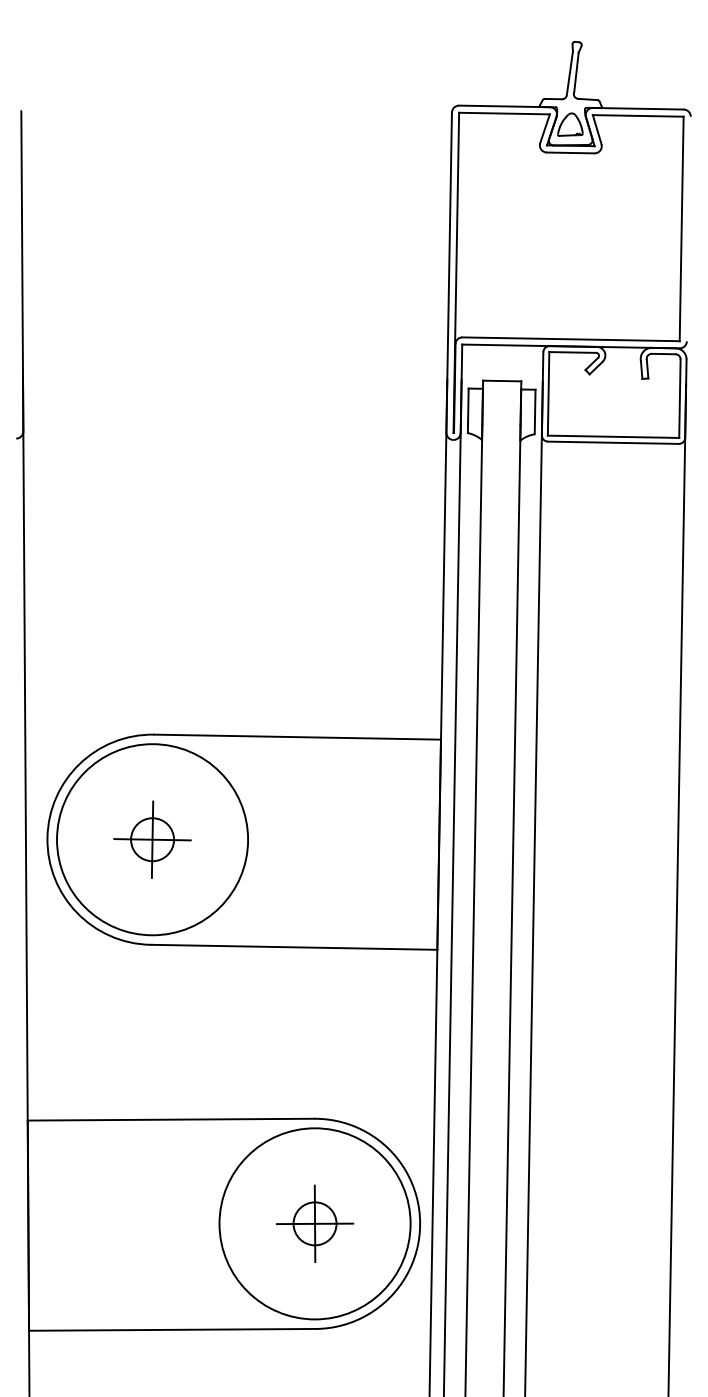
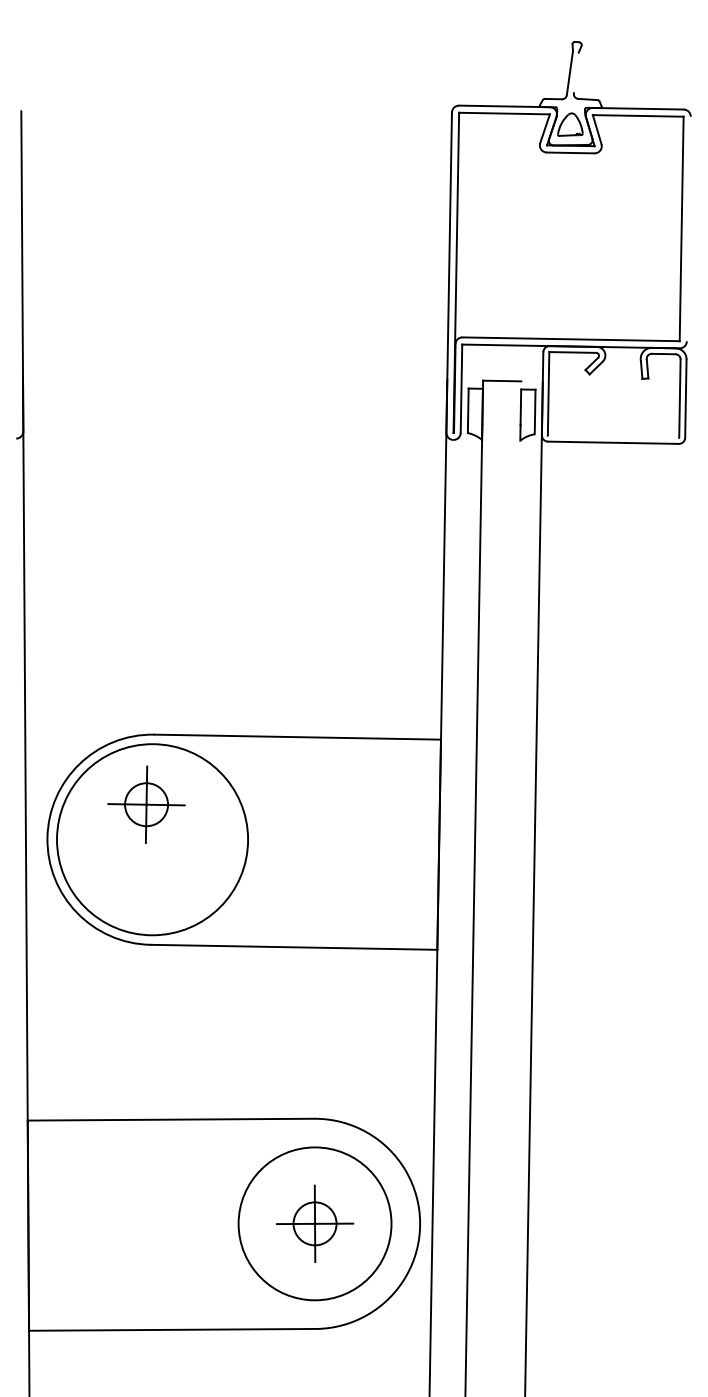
line at (576, 72): present -> none
line at (613, 436): present -> none
part at (152, 839) position: (152, 839) -> (146, 804)
line at (452, 886): present -> none
line at (512, 887): present -> none
line at (677, 888): present -> none
circle at (314, 1223) diameter: 191 px -> 153 px
